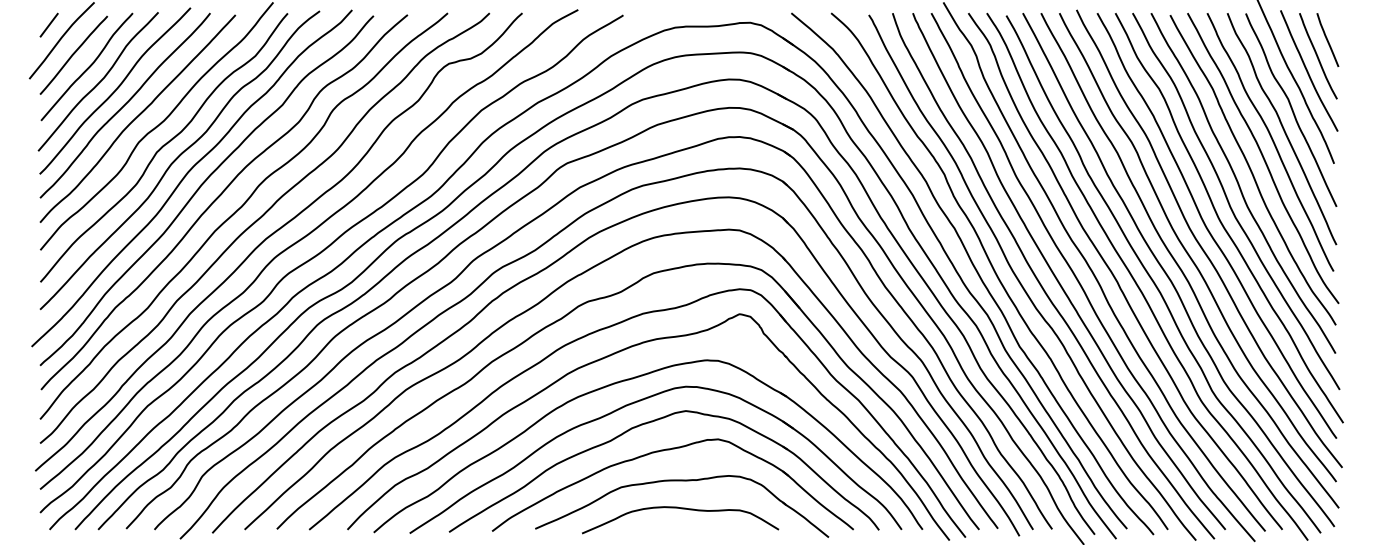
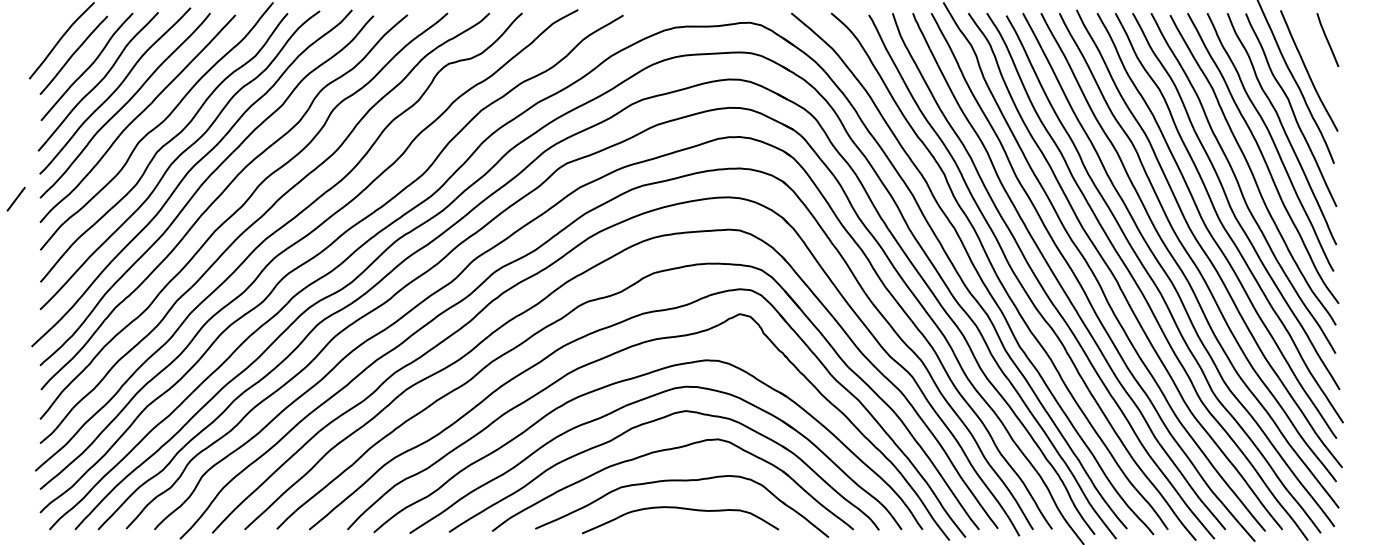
line at (48, 24) position: (48, 24) -> (15, 198)
curve at (1318, 56): present -> none
